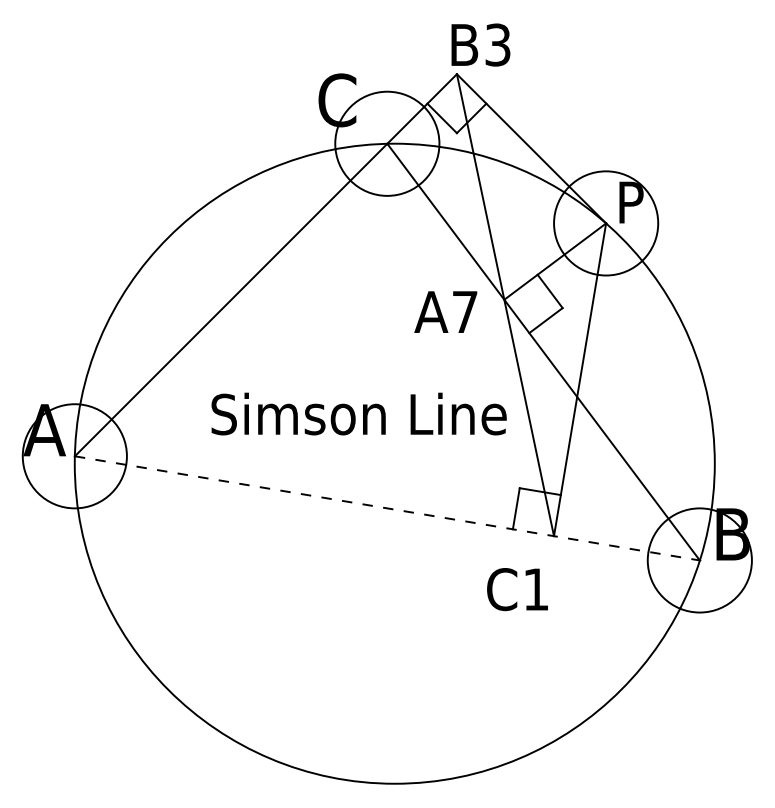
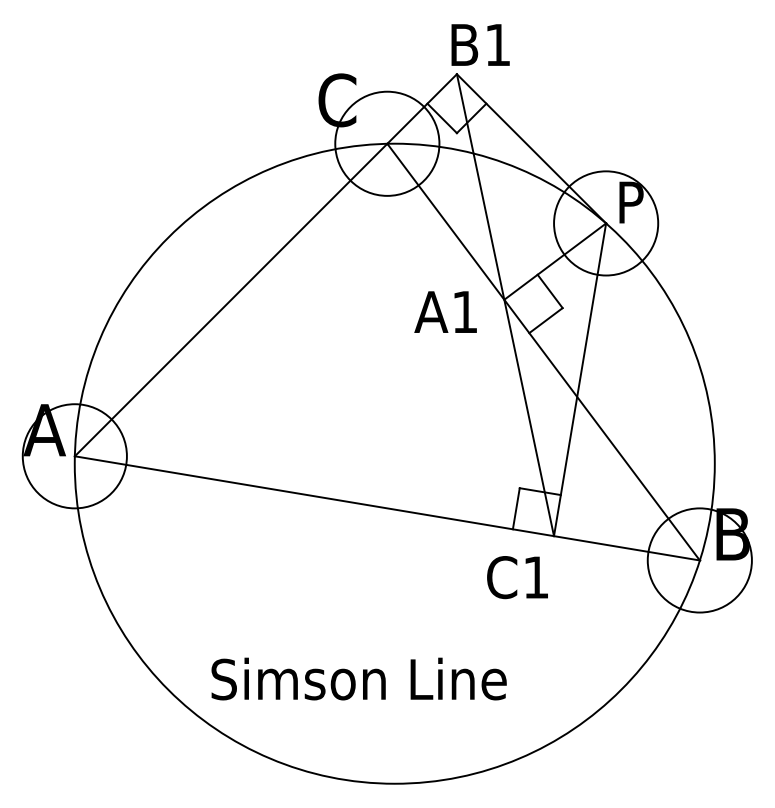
text at (497, 44): B3 -> B1
text at (465, 311): A7 -> A1
text at (358, 413) position: (358, 413) -> (358, 678)
line at (387, 508): dashed -> solid
text at (517, 589) position: (517, 589) -> (517, 577)
